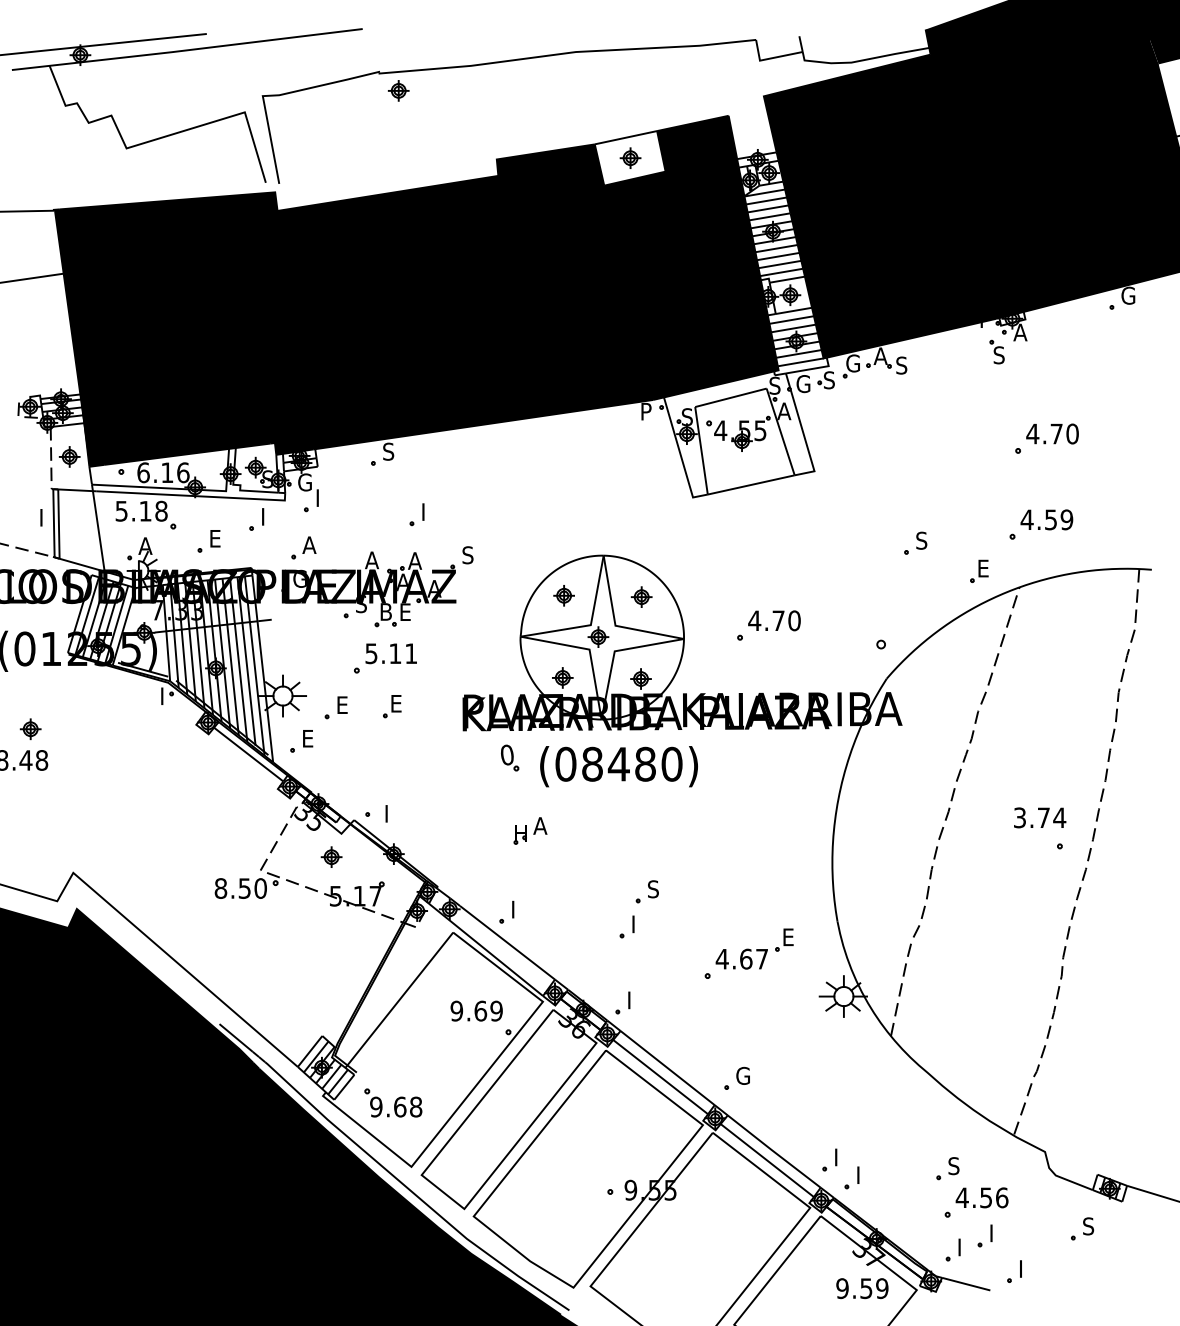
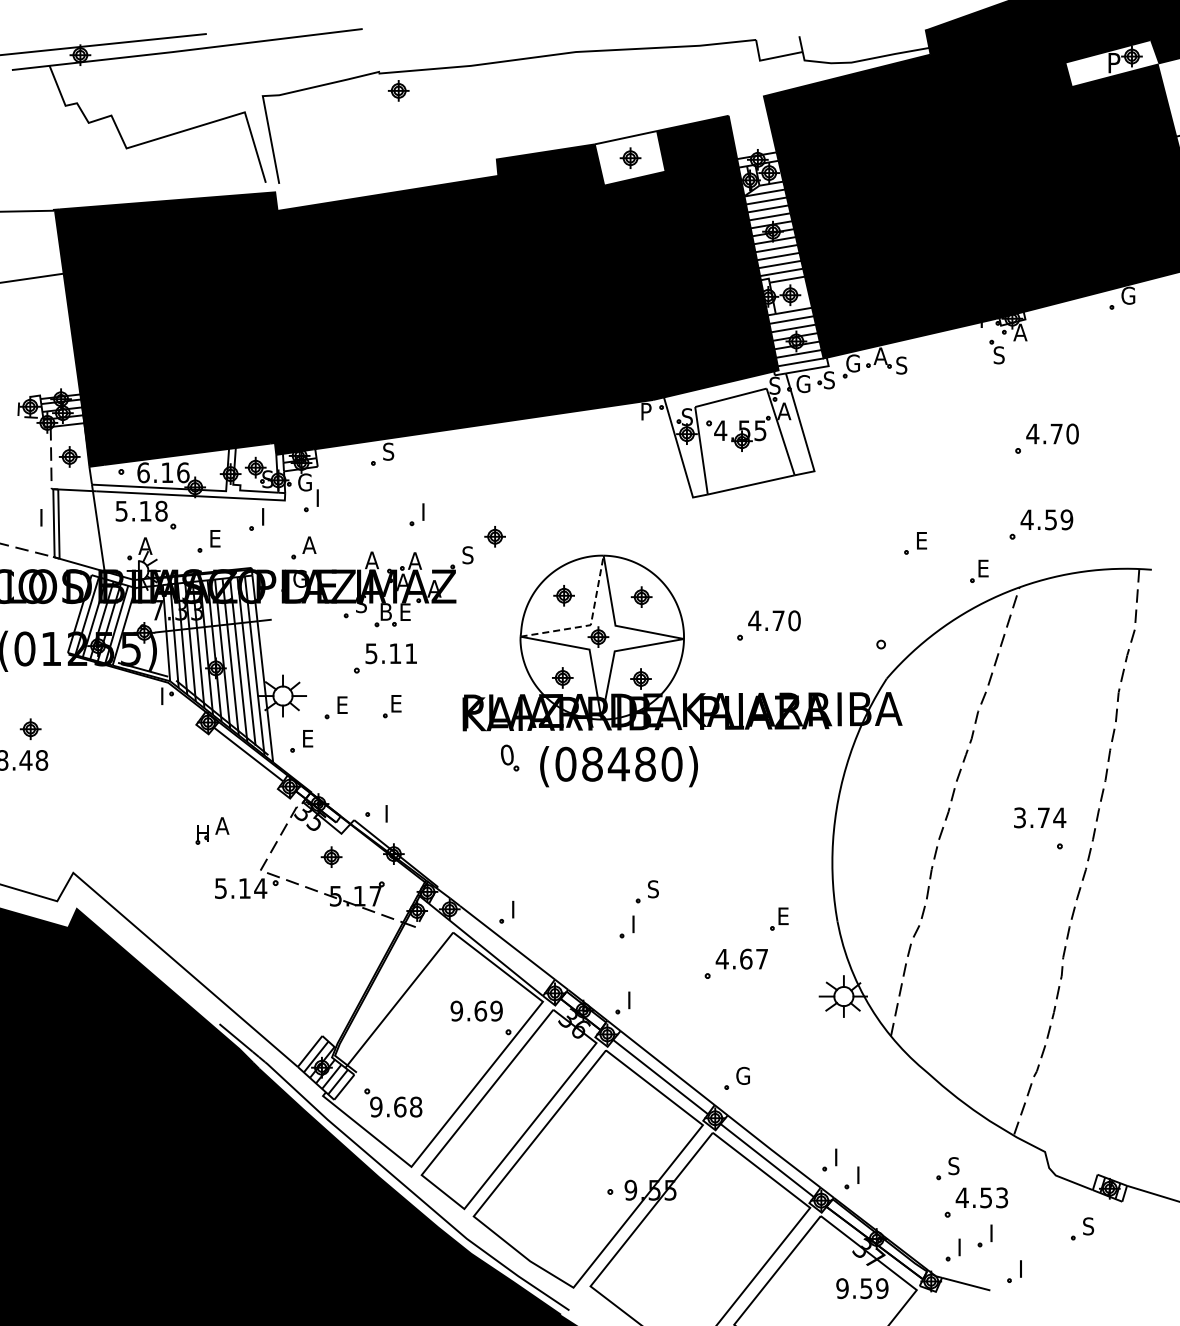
fill at (1111, 63): present -> none
part at (494, 536): none -> present
text at (921, 540): S -> E
line at (590, 625): solid -> dashed
part at (530, 830) position: (530, 830) -> (212, 830)
text at (240, 888): 8.50 -> 5.14
part at (784, 939) position: (784, 939) -> (779, 918)
text at (1002, 1197): 4.56 -> 4.53
